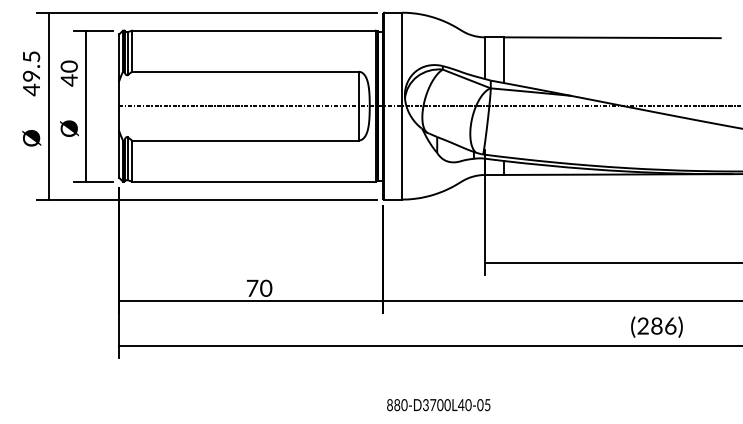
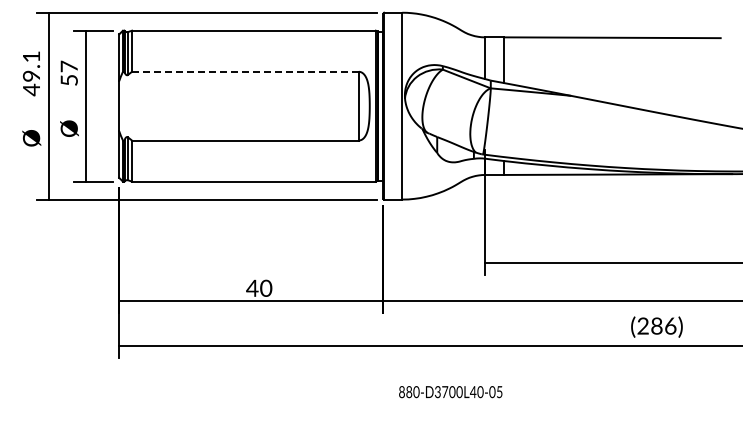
text at (31, 56): 49.5 -> 49.1
line at (245, 71): solid -> dashed
text at (68, 73): 40 -> 57
line at (429, 106): present -> none
text at (252, 287): 70 -> 40
text at (438, 405) position: (438, 405) -> (450, 392)
